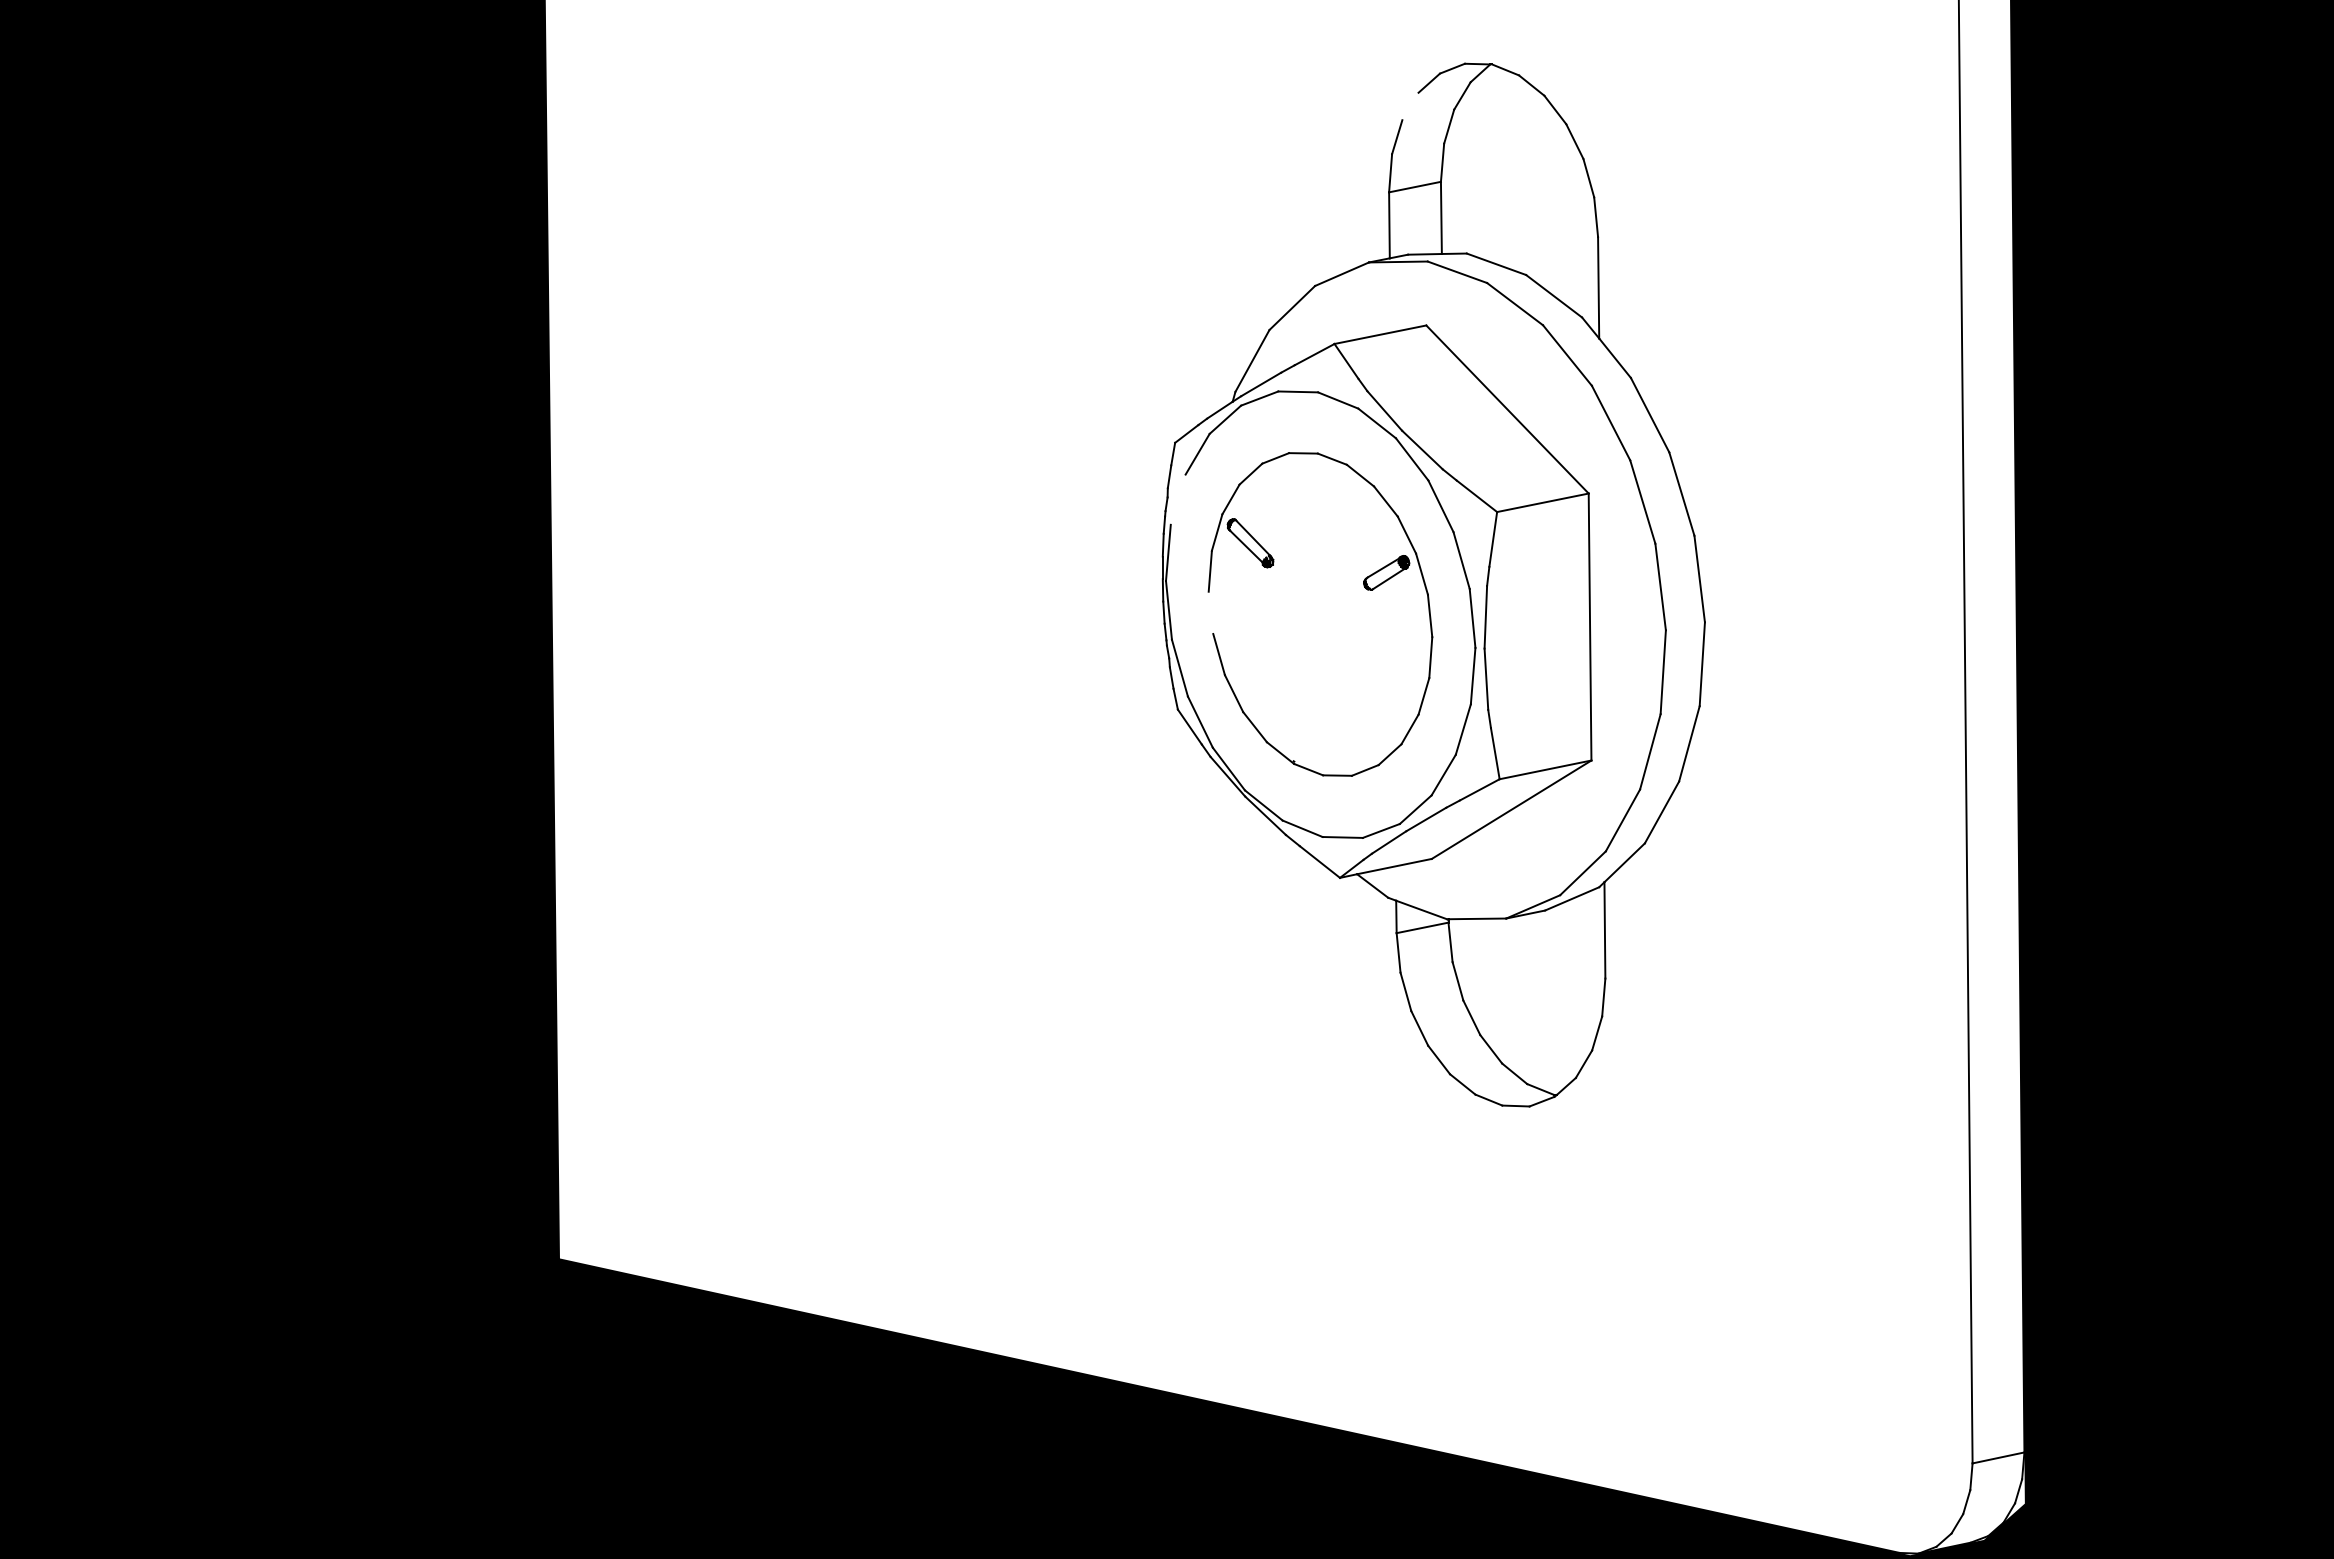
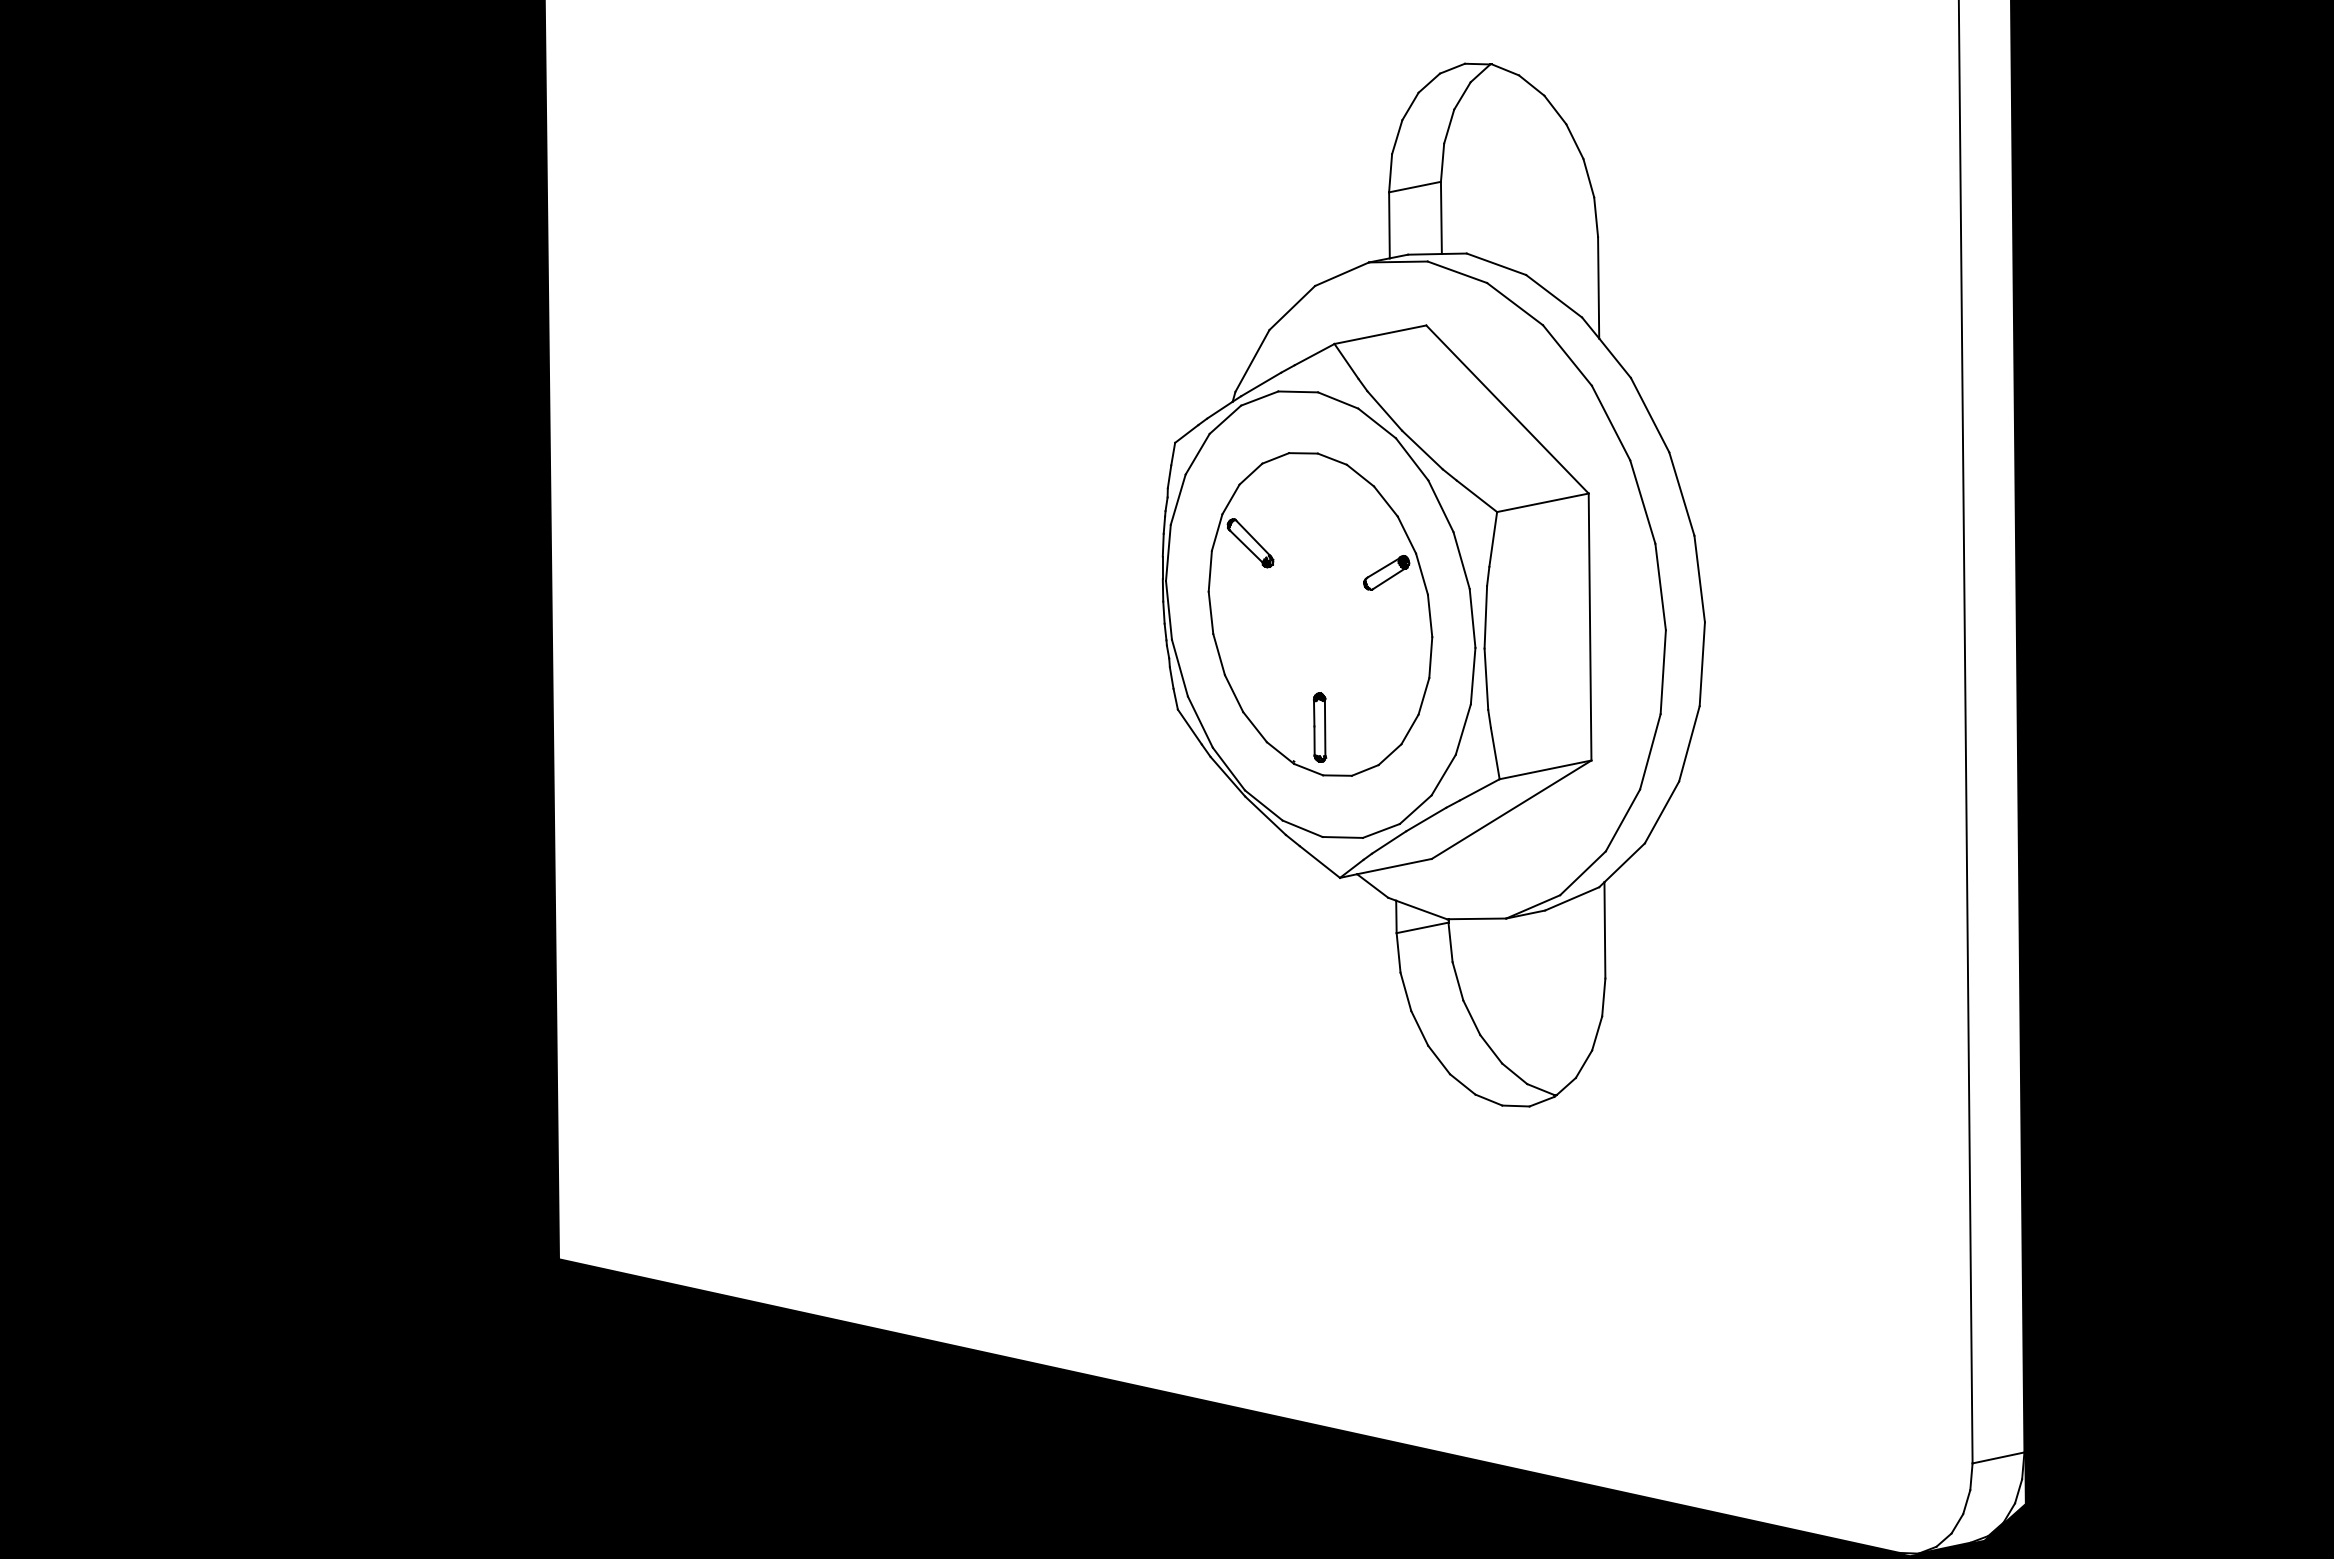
line at (1410, 106): none -> present
line at (1177, 499): none -> present
line at (1210, 612): none -> present
part at (1320, 727): none -> present
